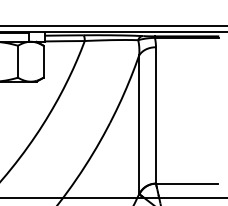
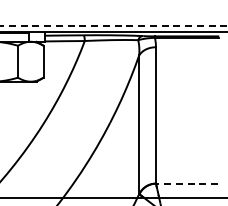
line at (114, 26): solid -> dashed
line at (186, 183): solid -> dashed
